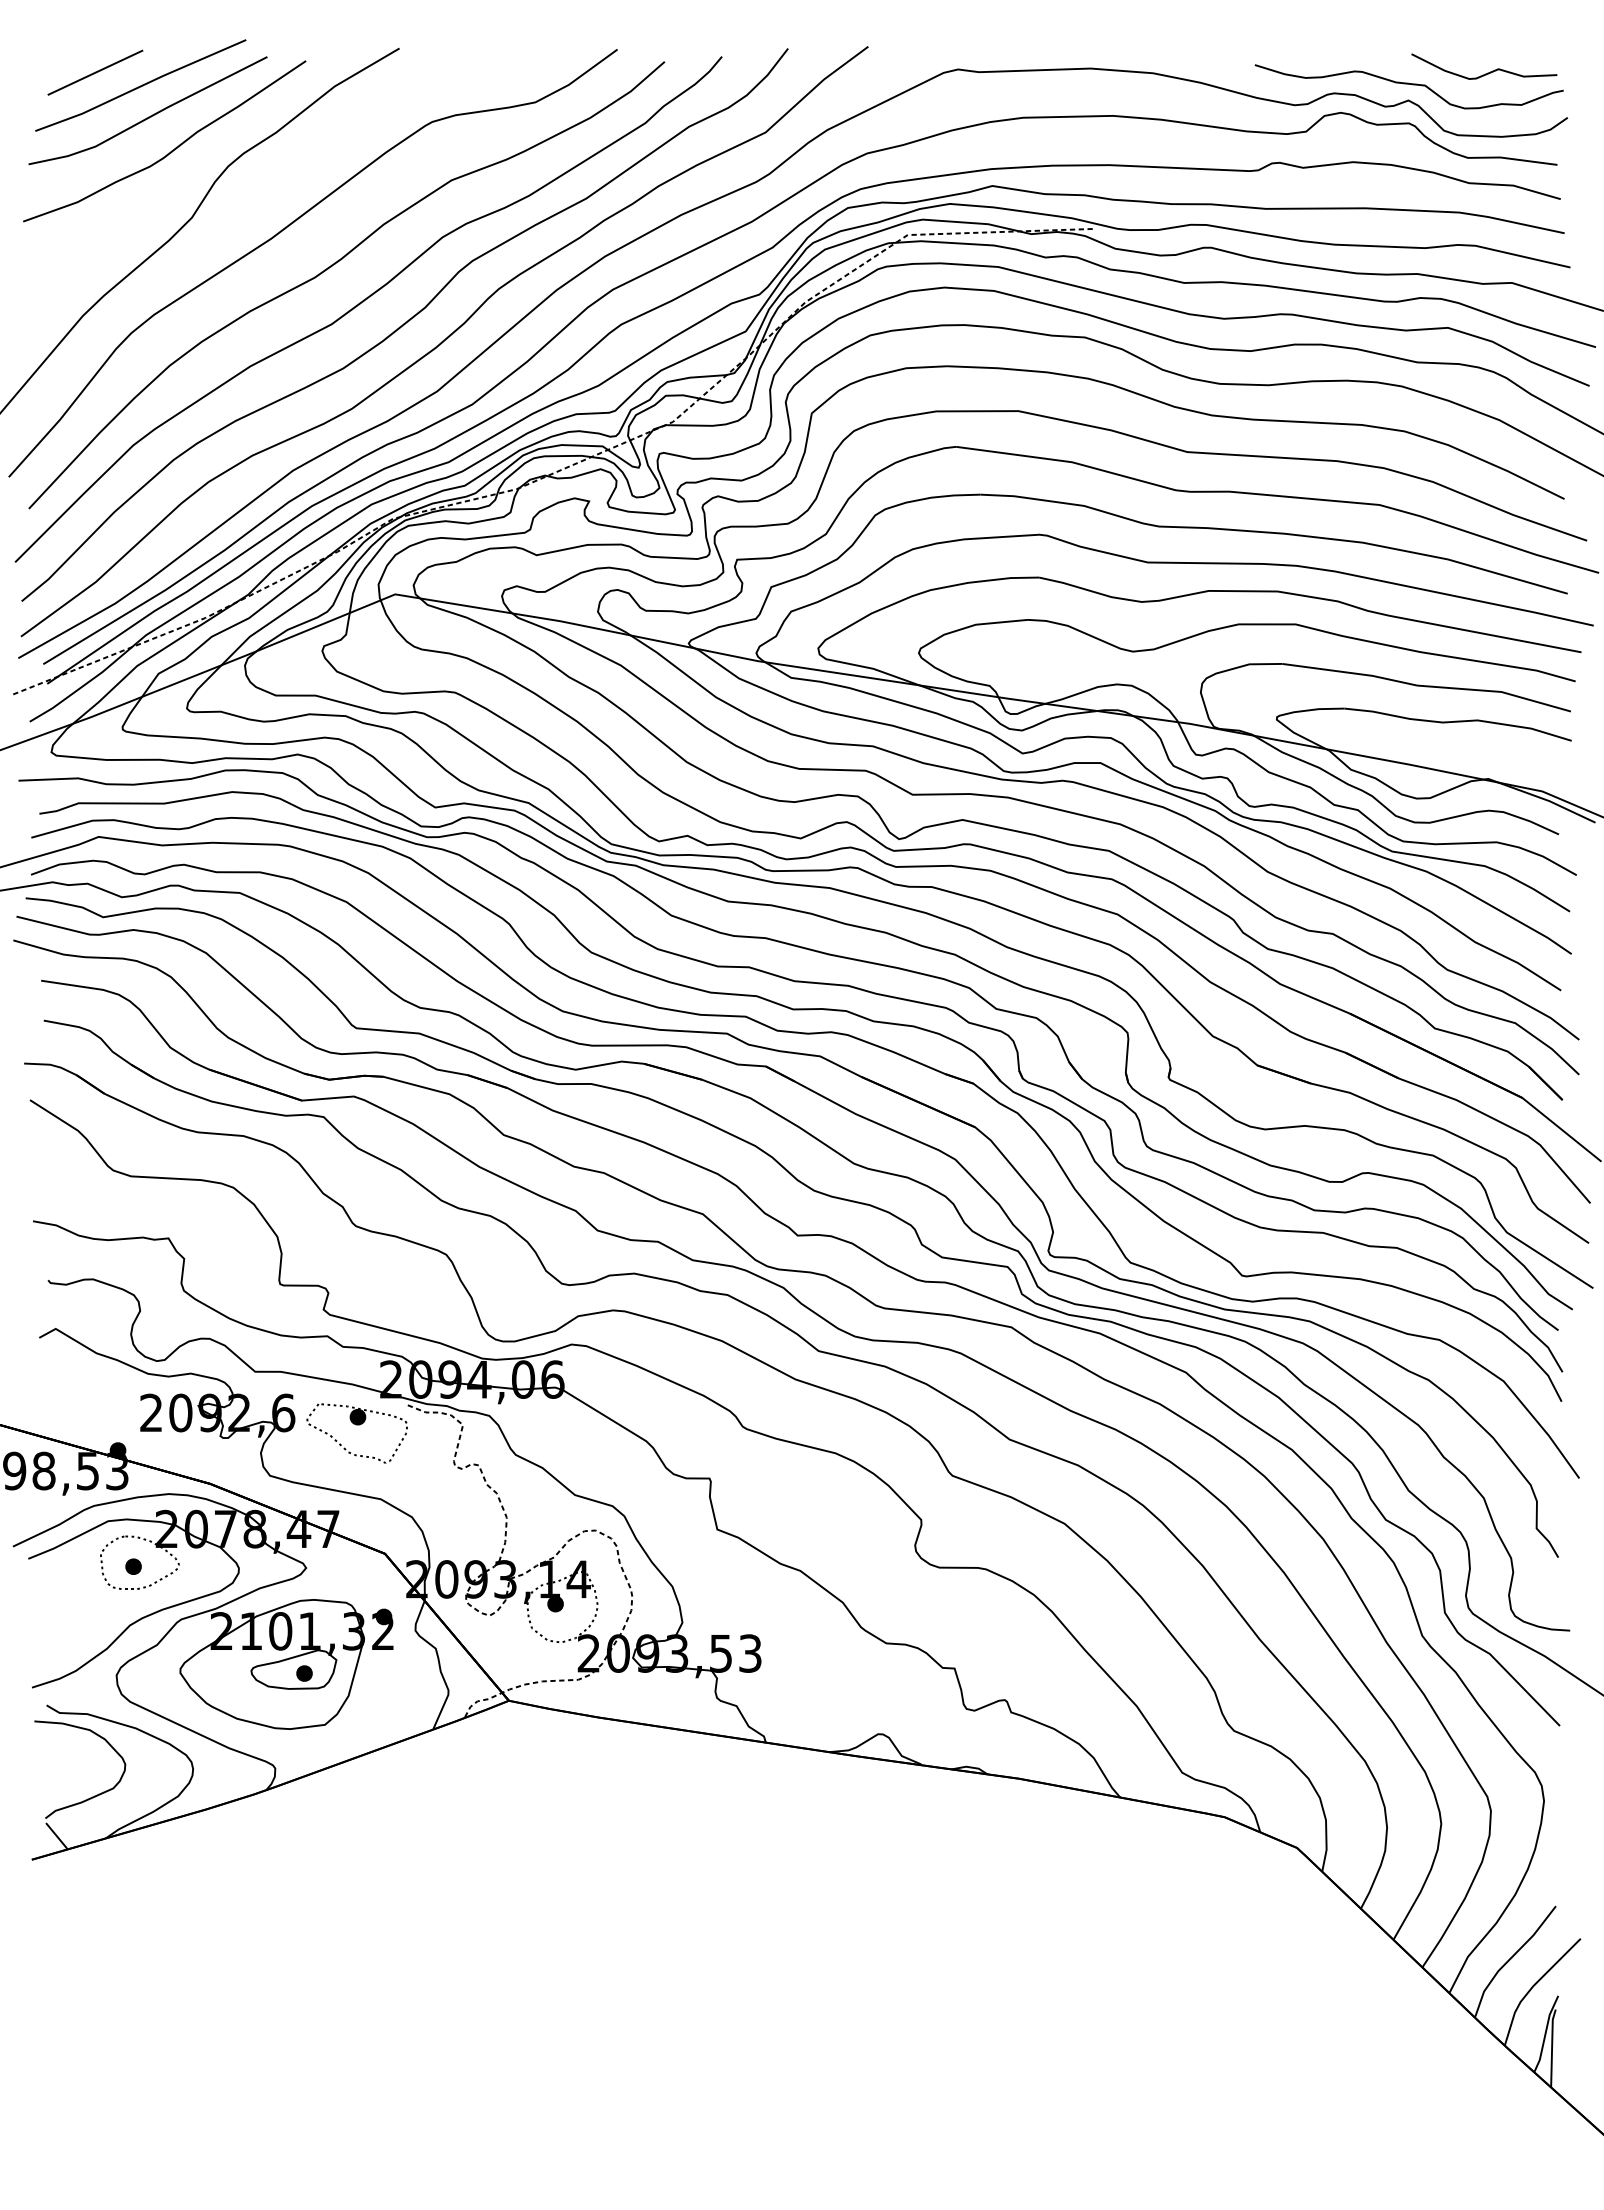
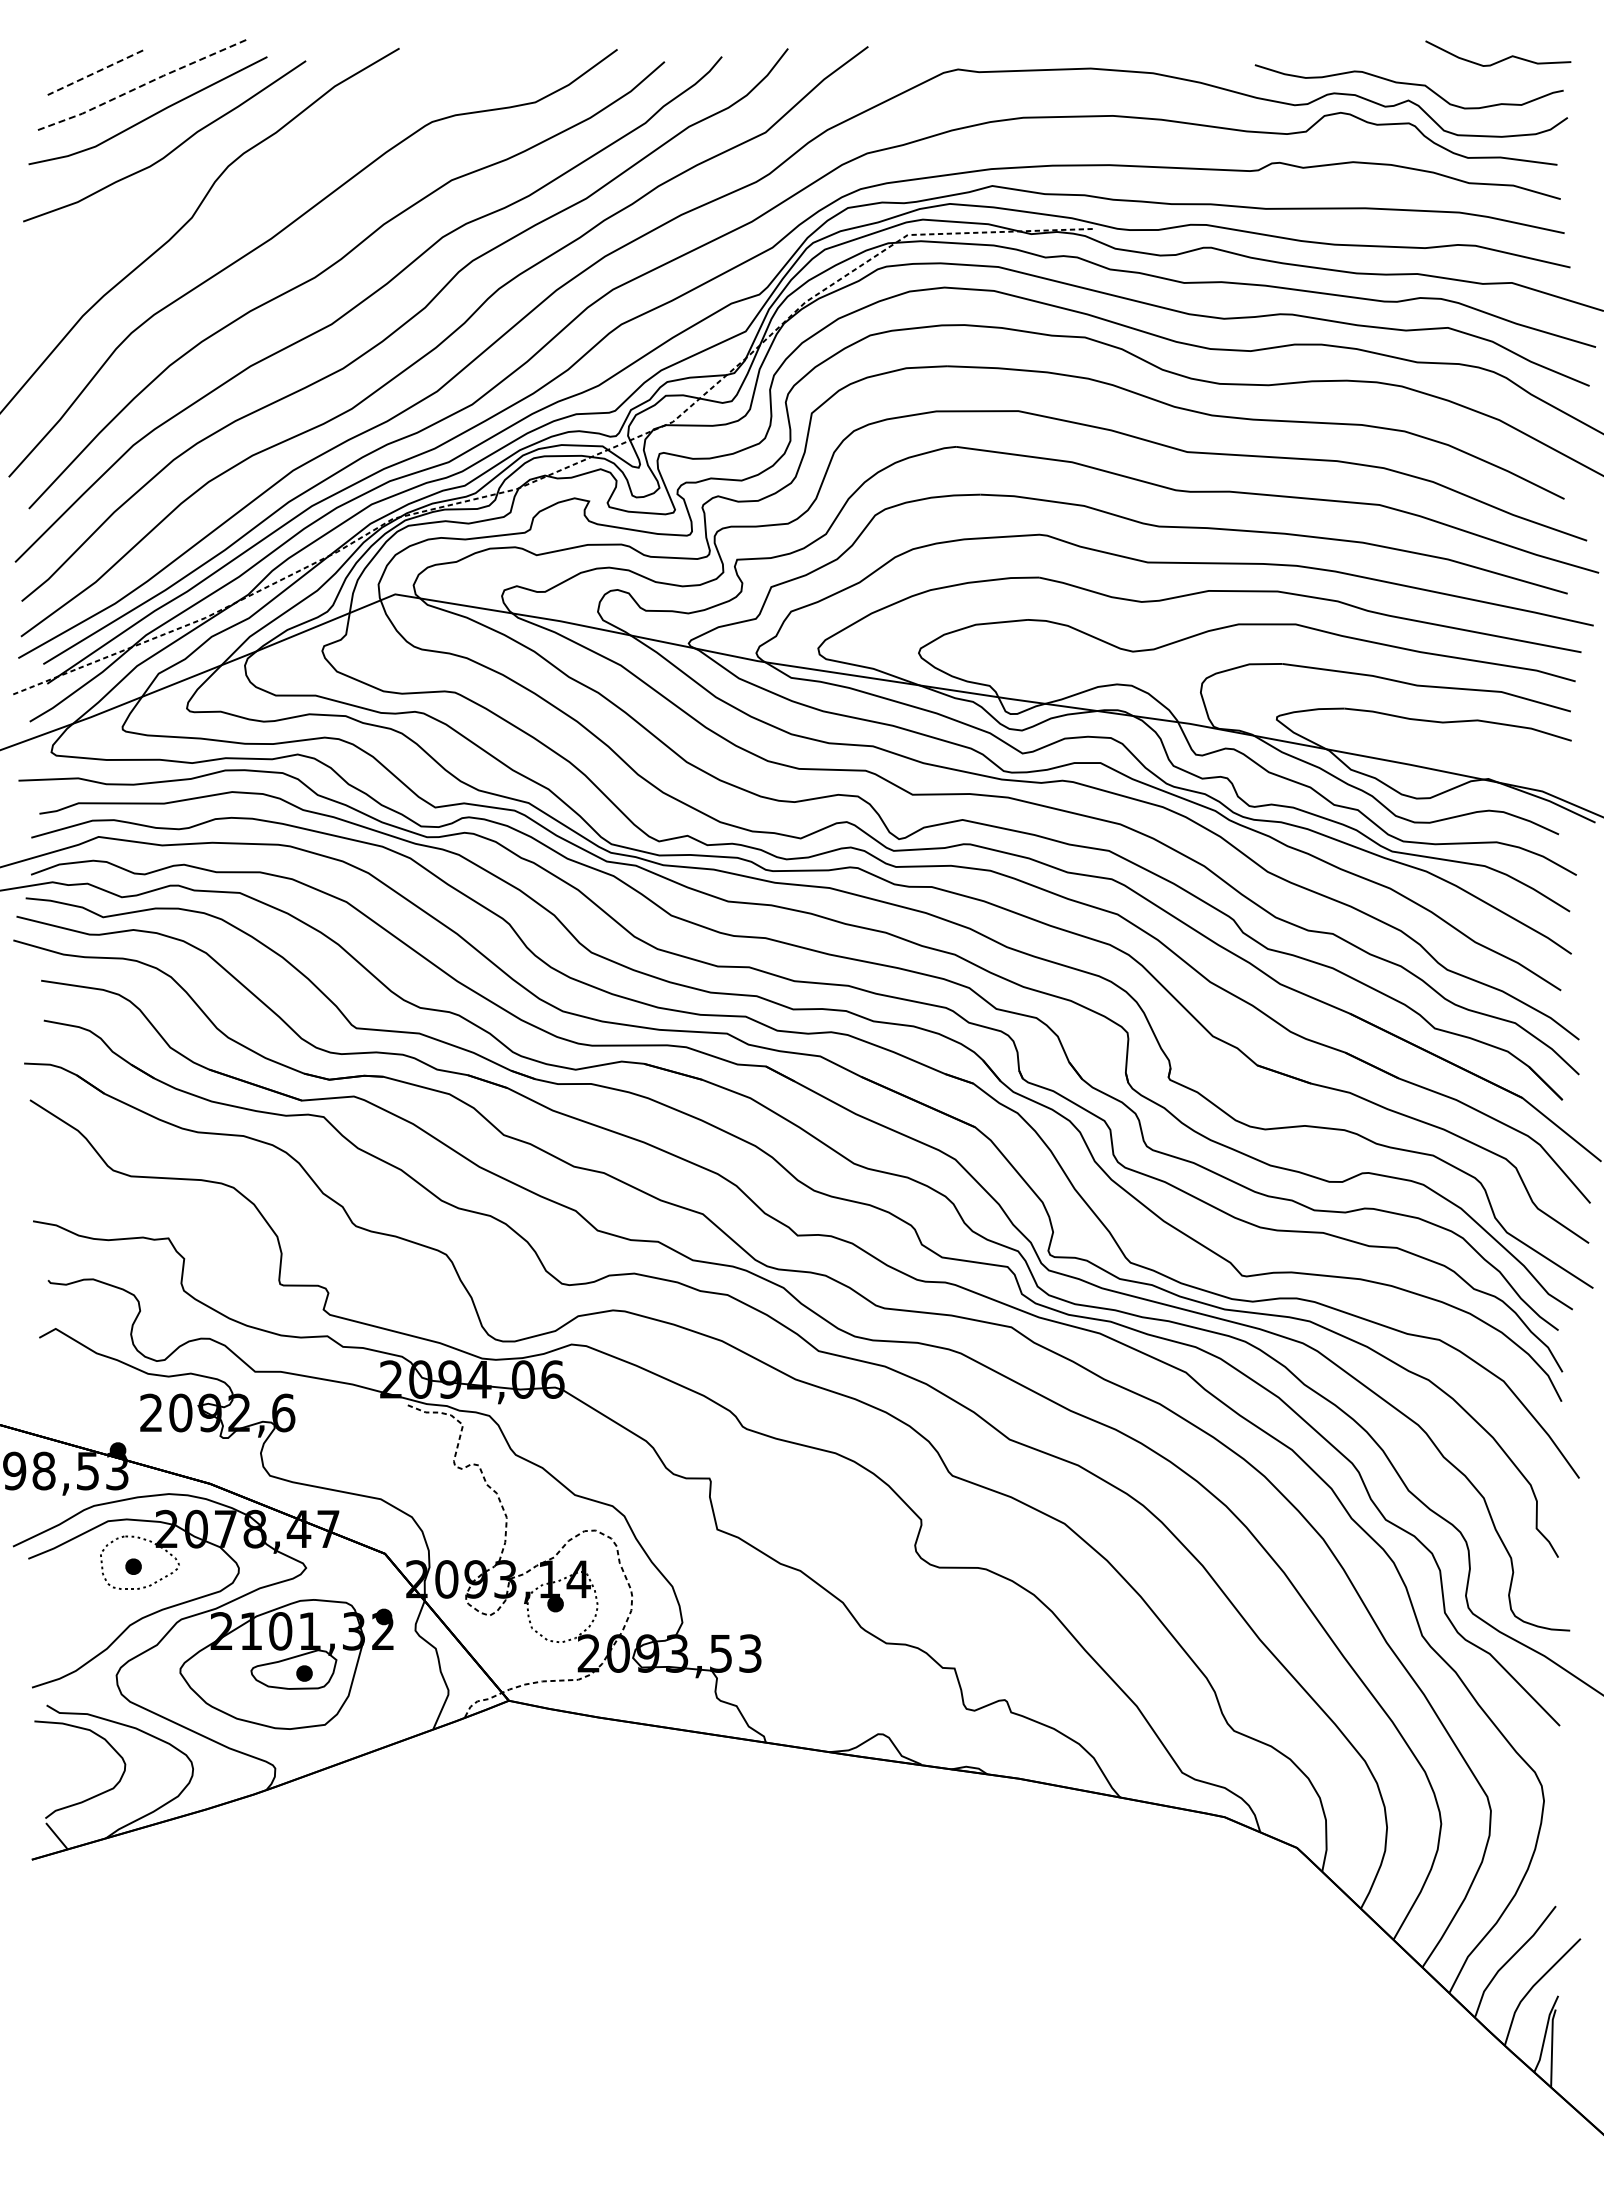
line at (95, 72): solid -> dashed
curve at (1487, 72) position: (1487, 72) -> (1501, 59)
line at (140, 86): solid -> dashed
part at (356, 1425): present -> none
